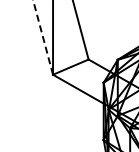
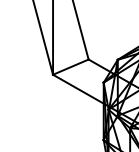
line at (42, 37): dashed -> solid
